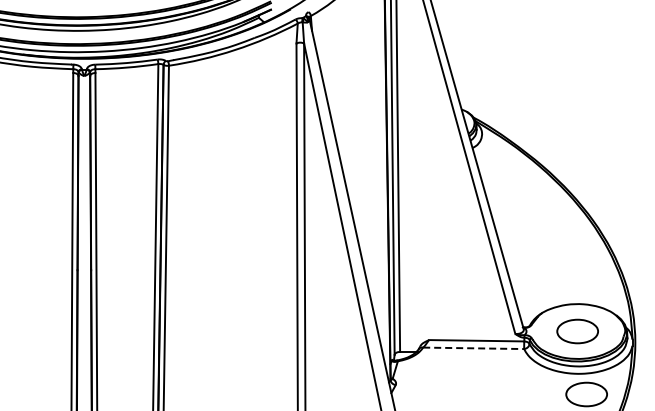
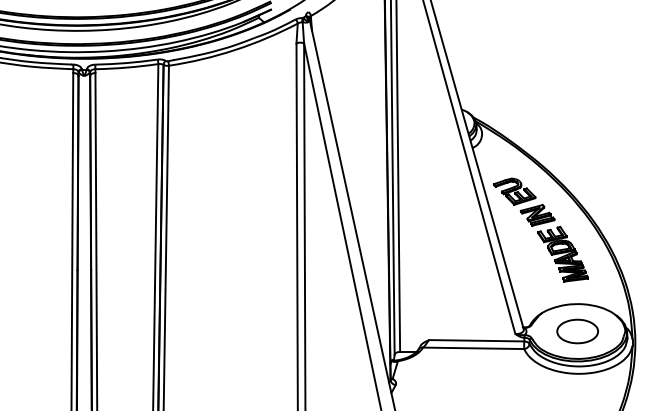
part at (540, 229): none -> present
line at (474, 348): dashed -> solid
part at (586, 394): present -> none
